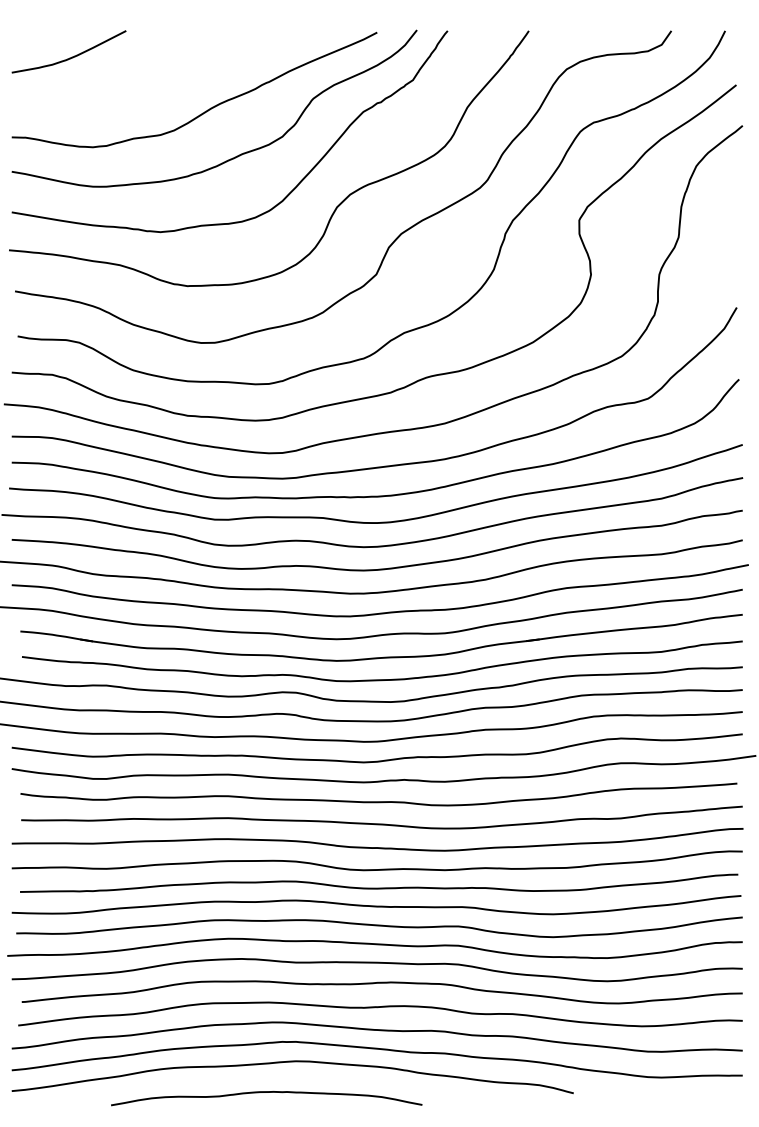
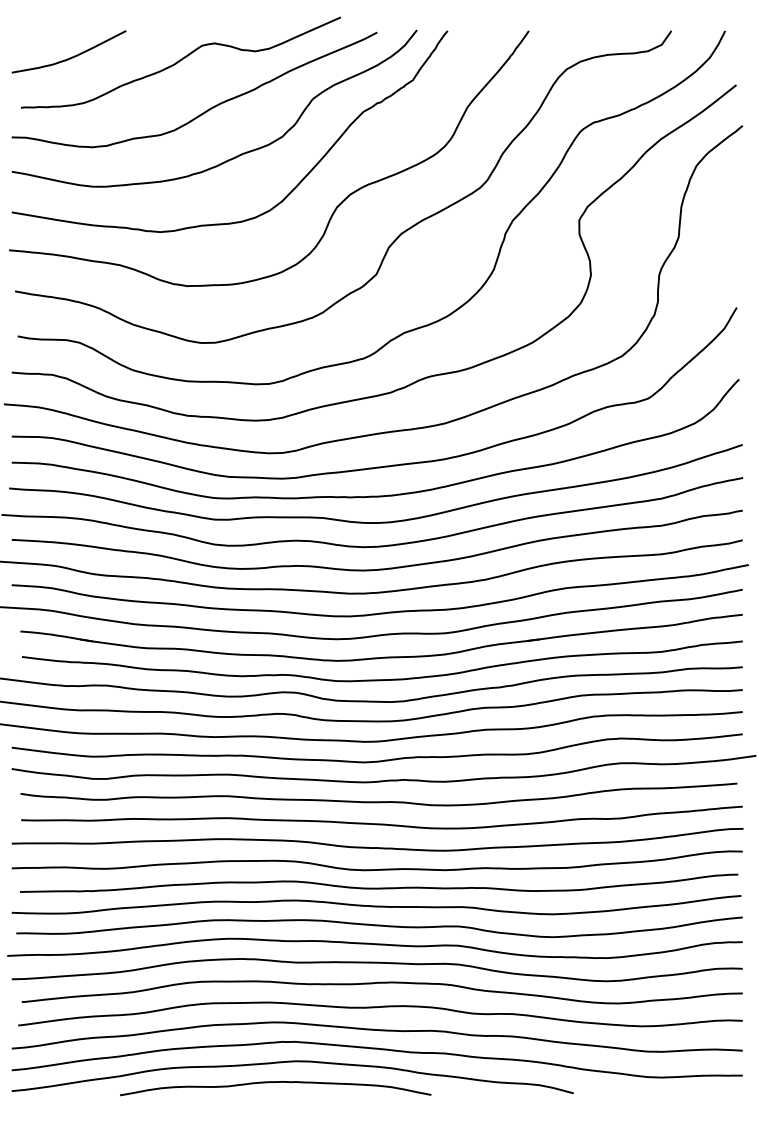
curve at (180, 61): none -> present
curve at (266, 1092) position: (266, 1092) -> (275, 1082)
